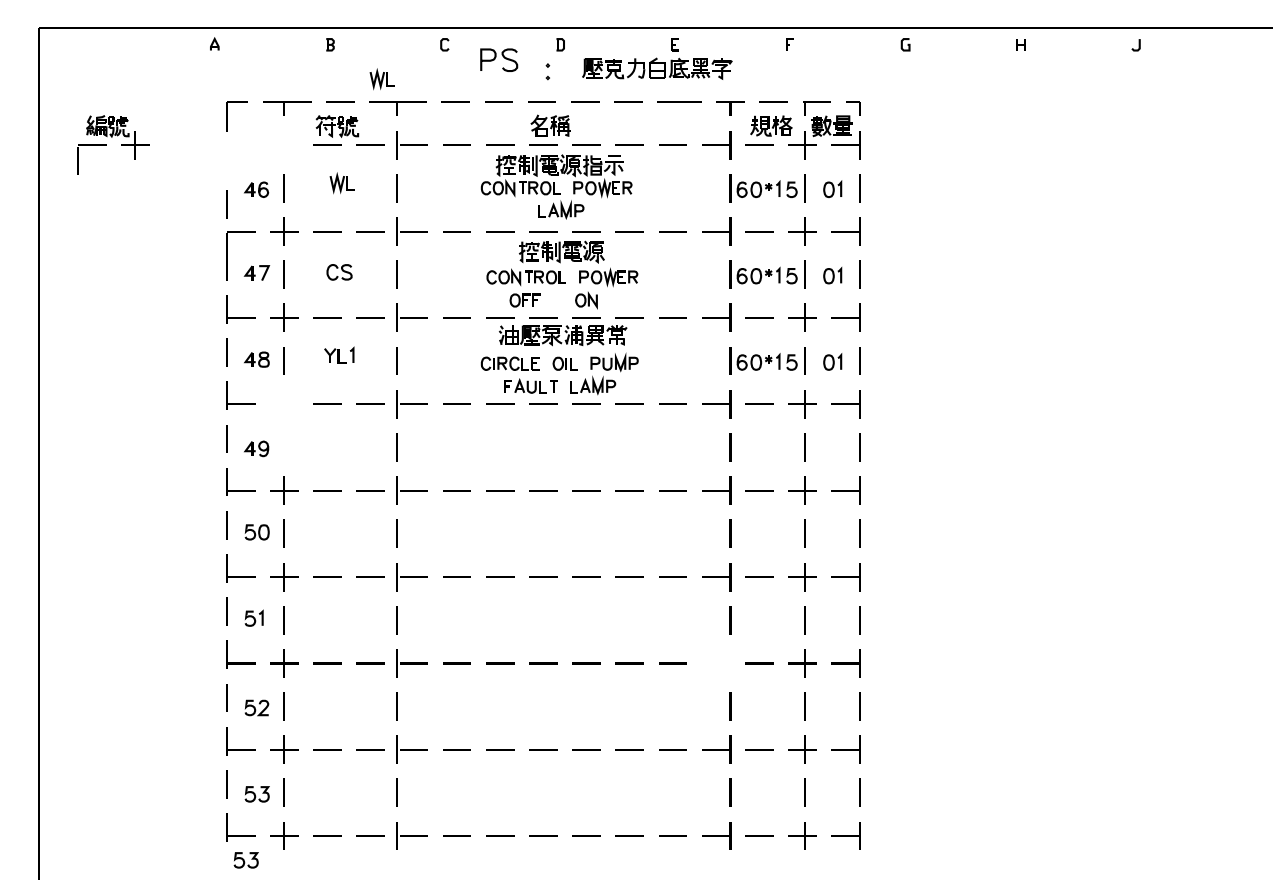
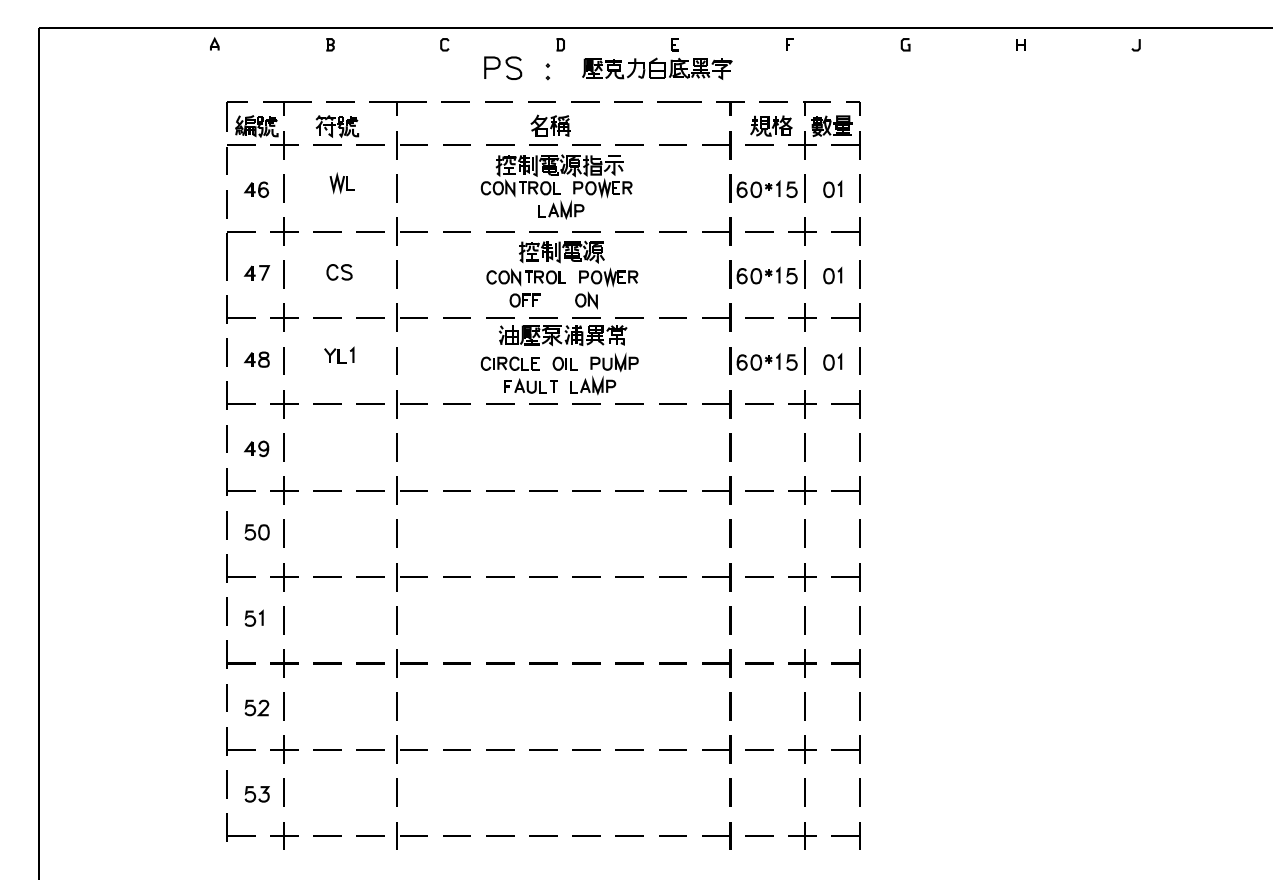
part at (499, 59) position: (499, 59) -> (503, 67)
part at (381, 79): present -> none
part at (106, 144) position: (106, 144) -> (255, 144)
part at (284, 404): none -> present
line at (283, 447): none -> present
part at (716, 663): none -> present
part at (245, 860): present -> none
